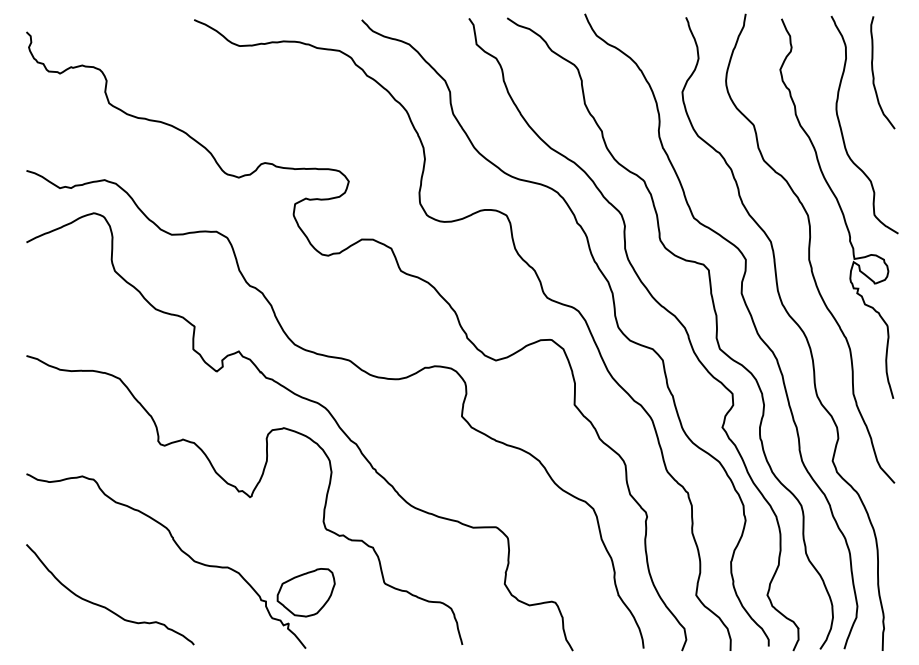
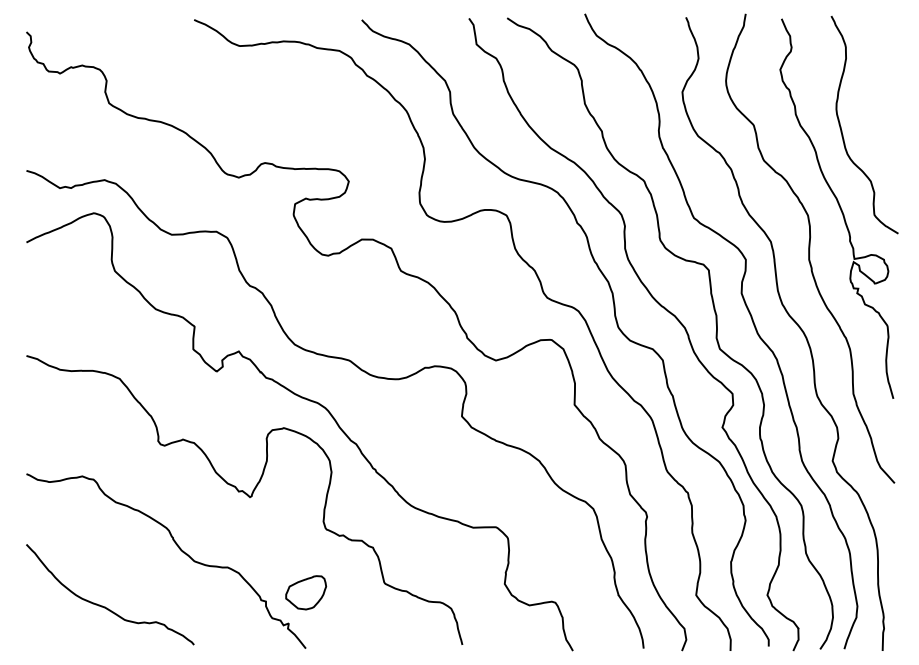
curve at (874, 75): present -> none
part at (305, 592) size: 60x50 px -> 43x36 px
